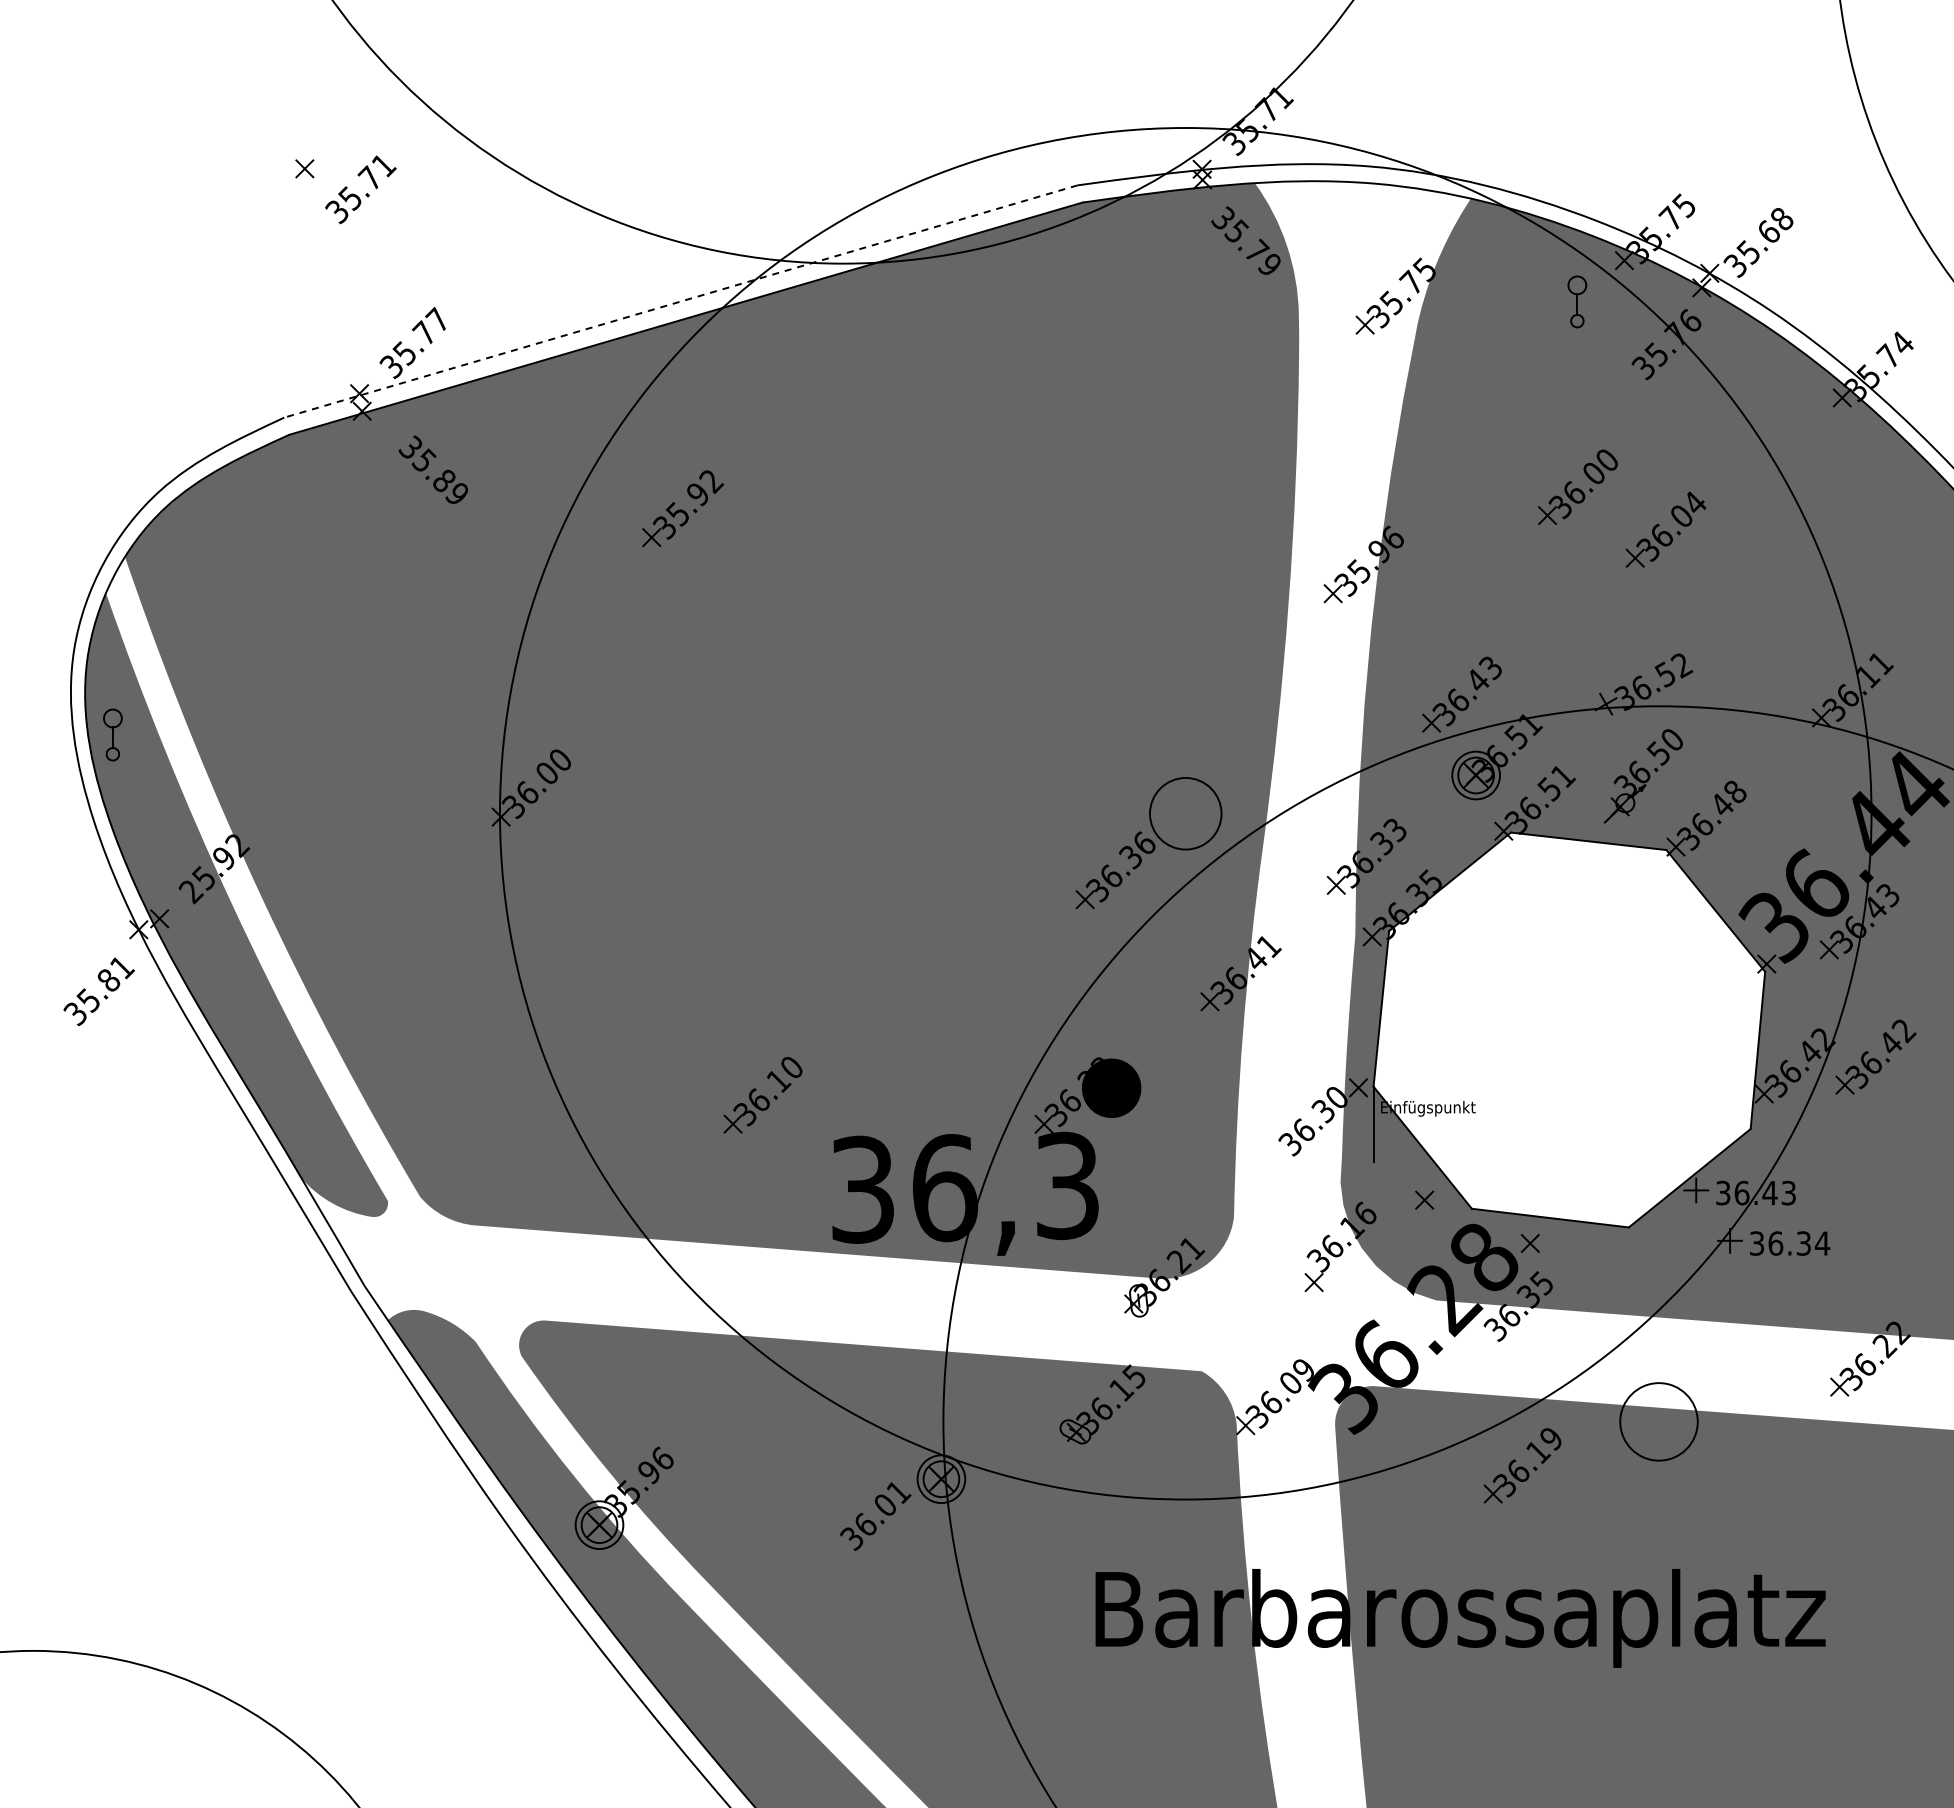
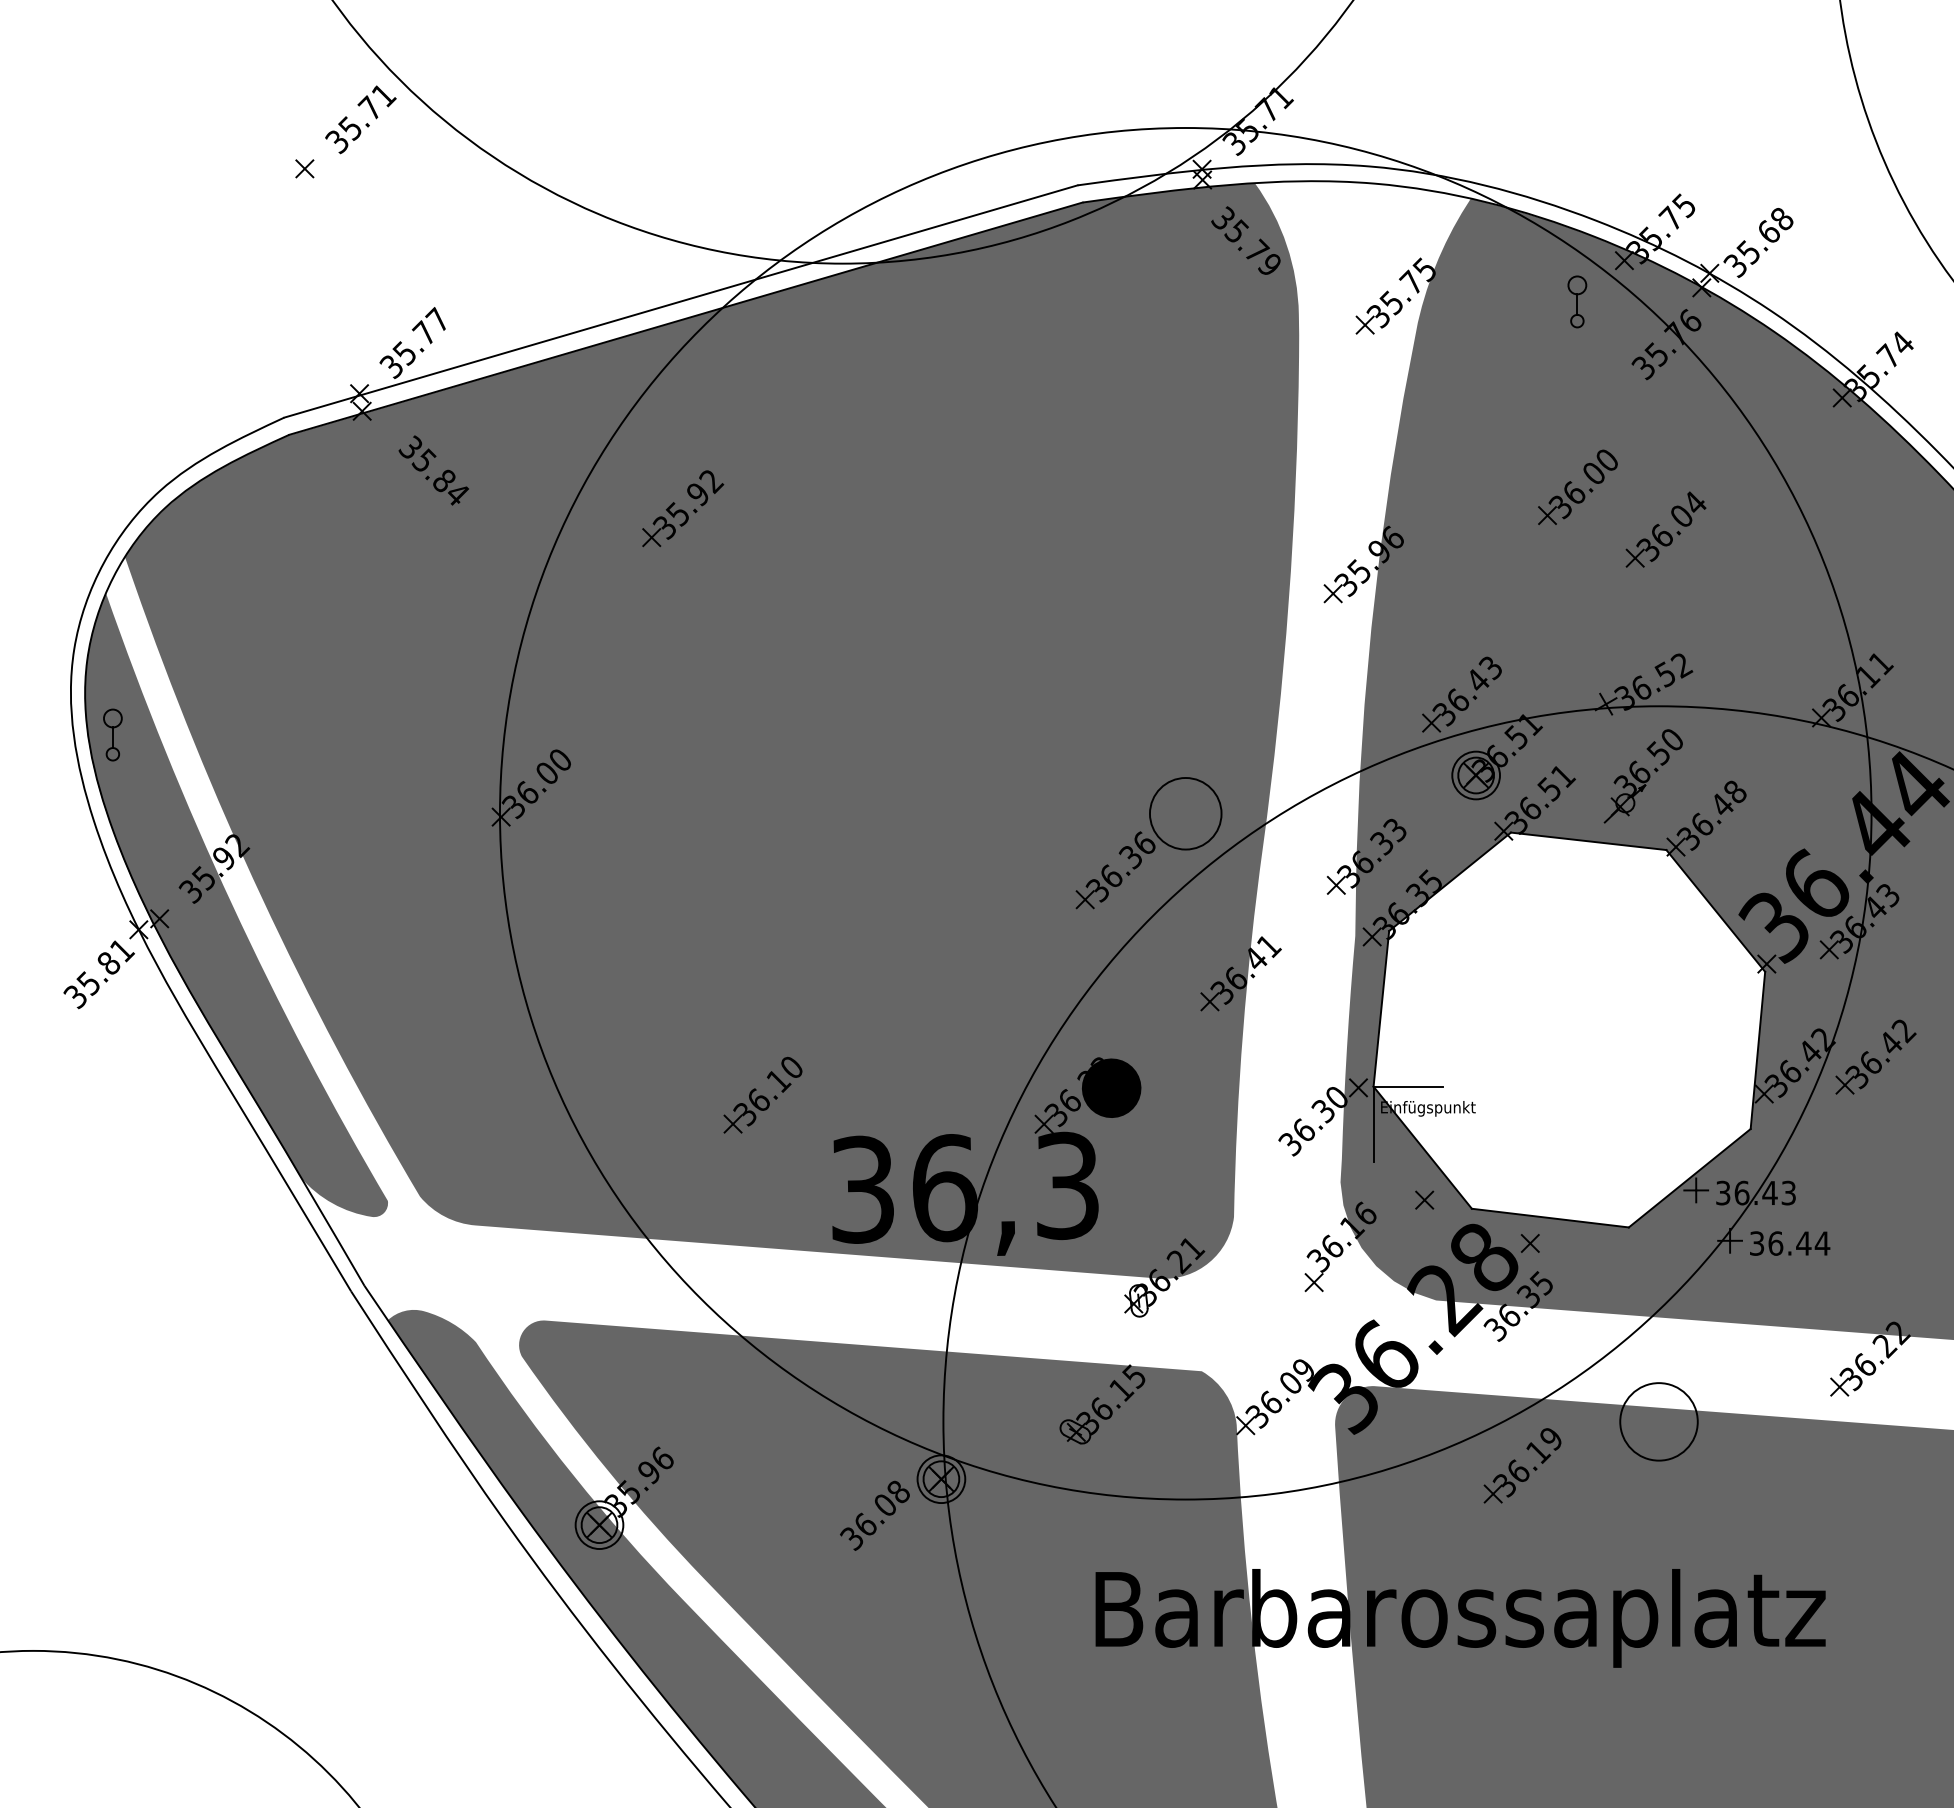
text at (360, 189) position: (360, 189) -> (360, 119)
line at (680, 301): dashed -> solid
text at (456, 494): 35.89 -> 35.84
text at (190, 892): 25.92 -> 35.92
text at (98, 991) position: (98, 991) -> (98, 974)
line at (1408, 1086): none -> present
text at (1803, 1243): 36.34 -> 36.44
text at (899, 1492): 36.01 -> 36.08
